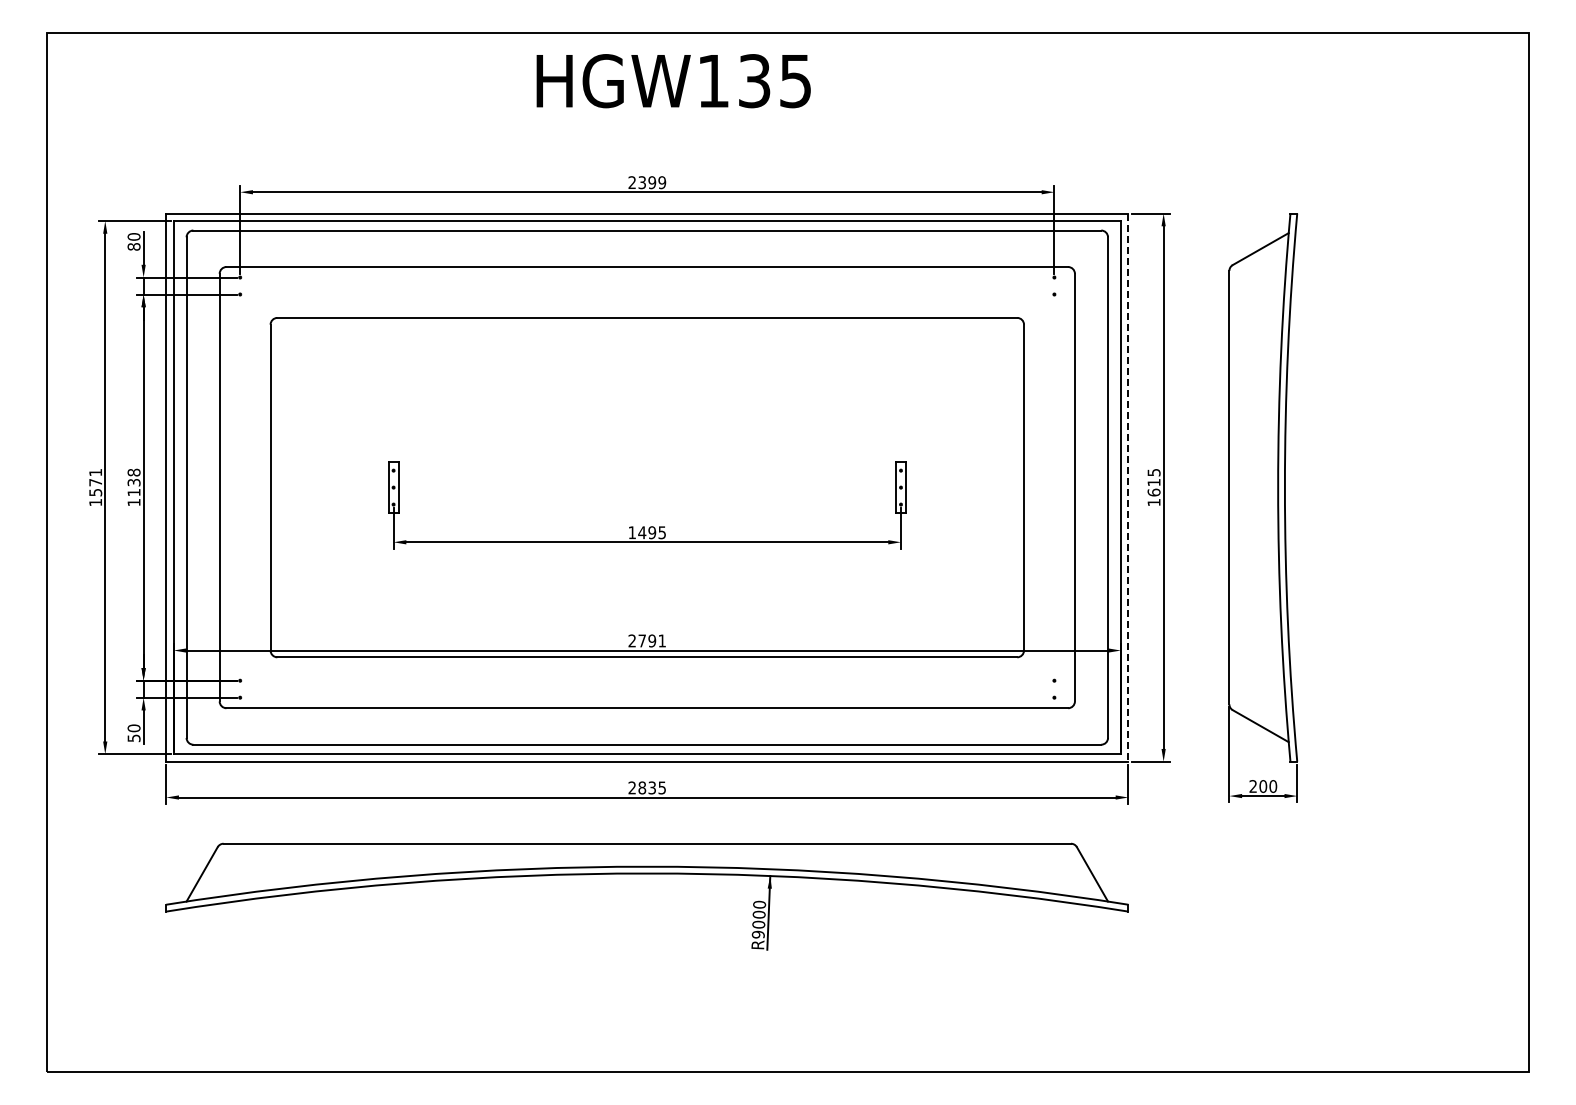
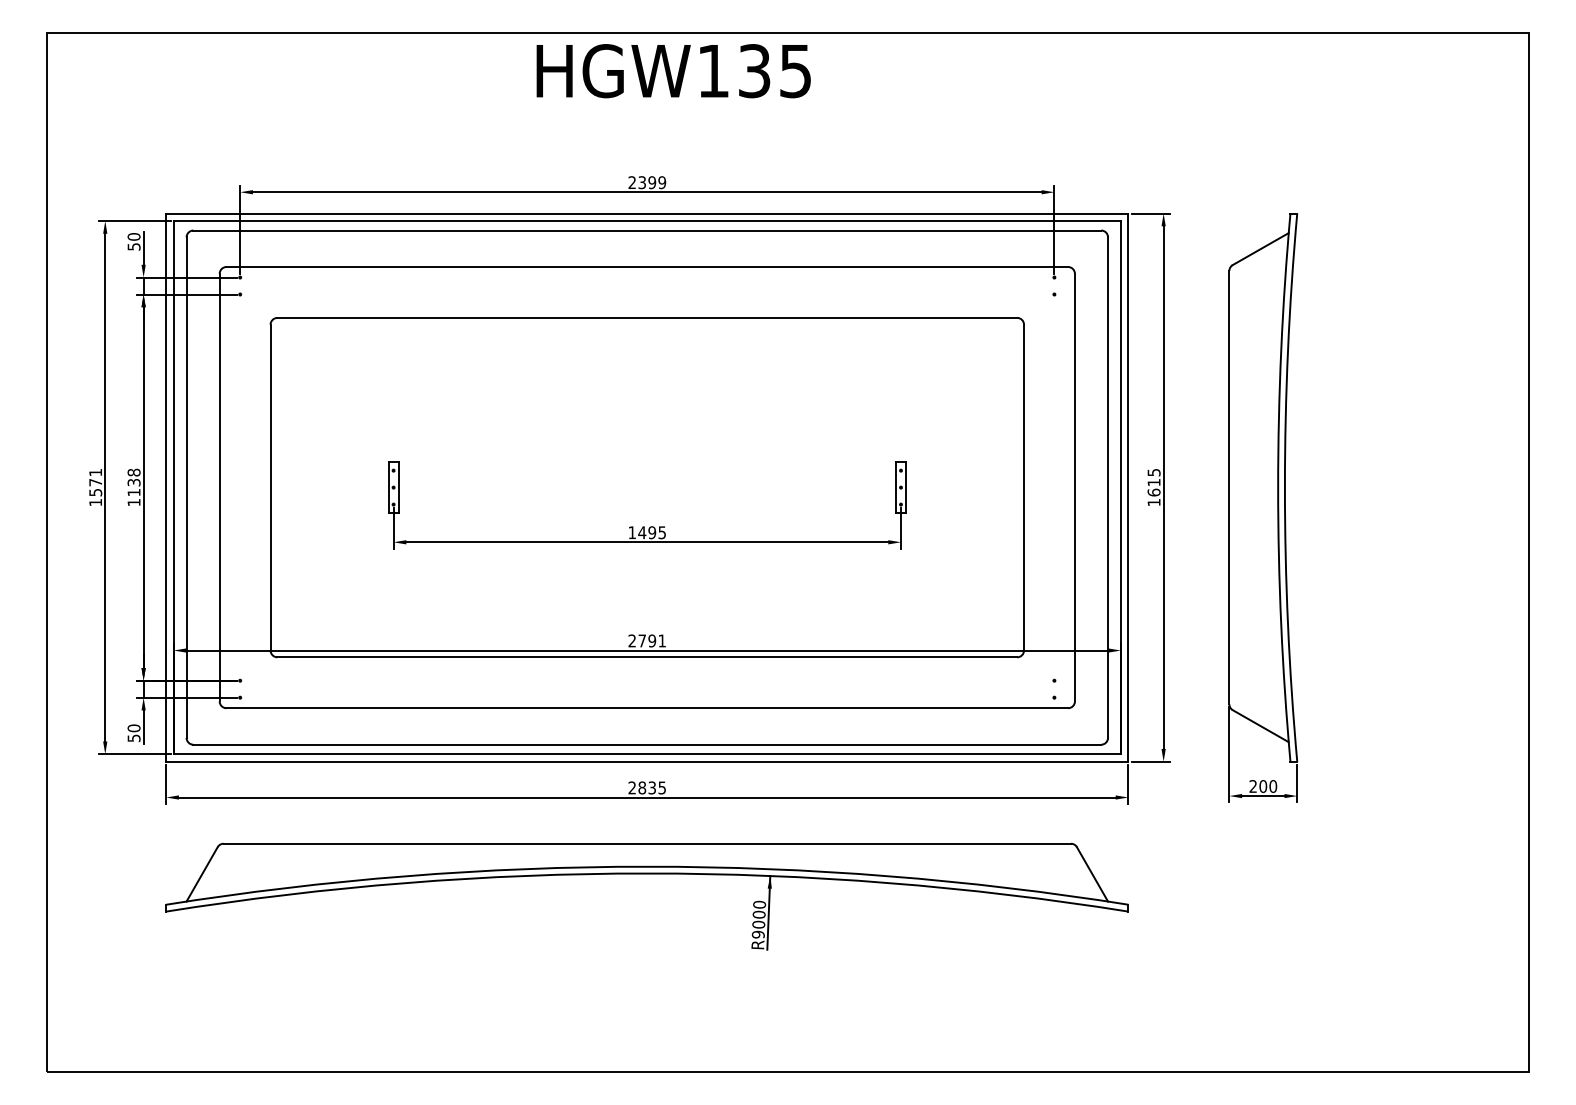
text at (673, 81) position: (673, 81) -> (673, 71)
text at (133, 246): 80 -> 50
line at (1128, 488): dashed -> solid
